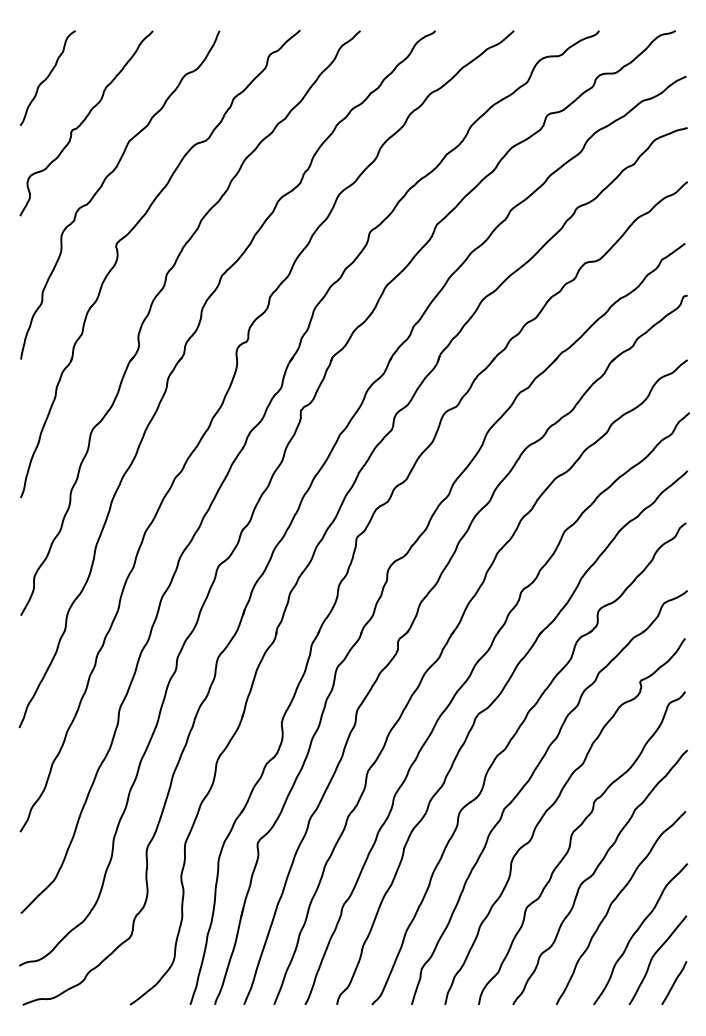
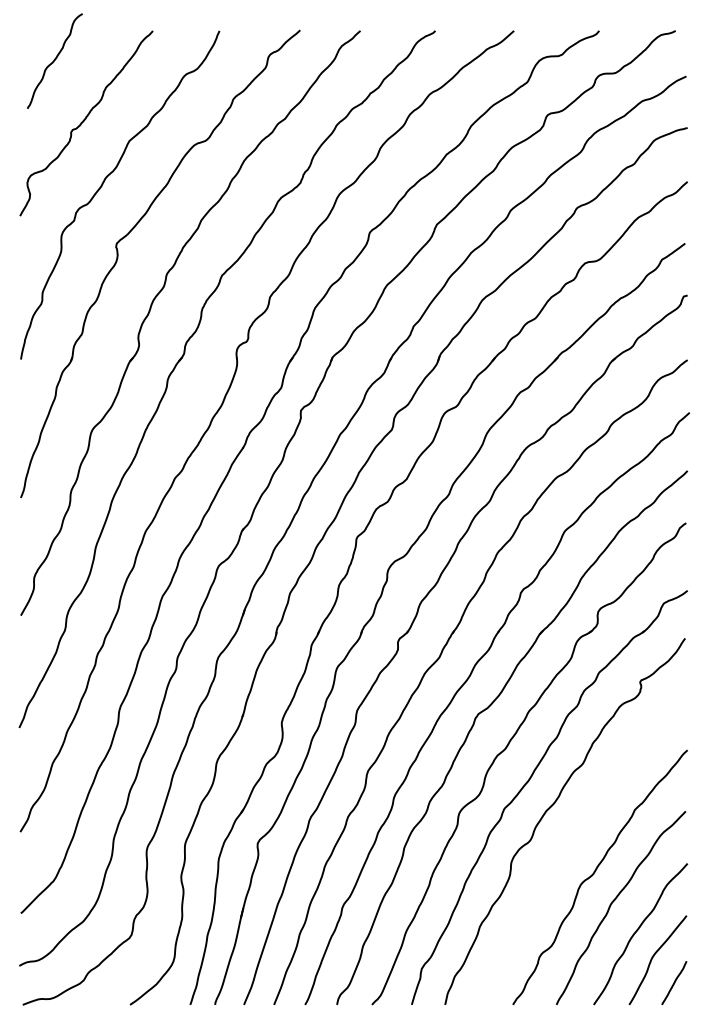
curve at (47, 77) position: (47, 77) -> (54, 60)
curve at (571, 844): present -> none
